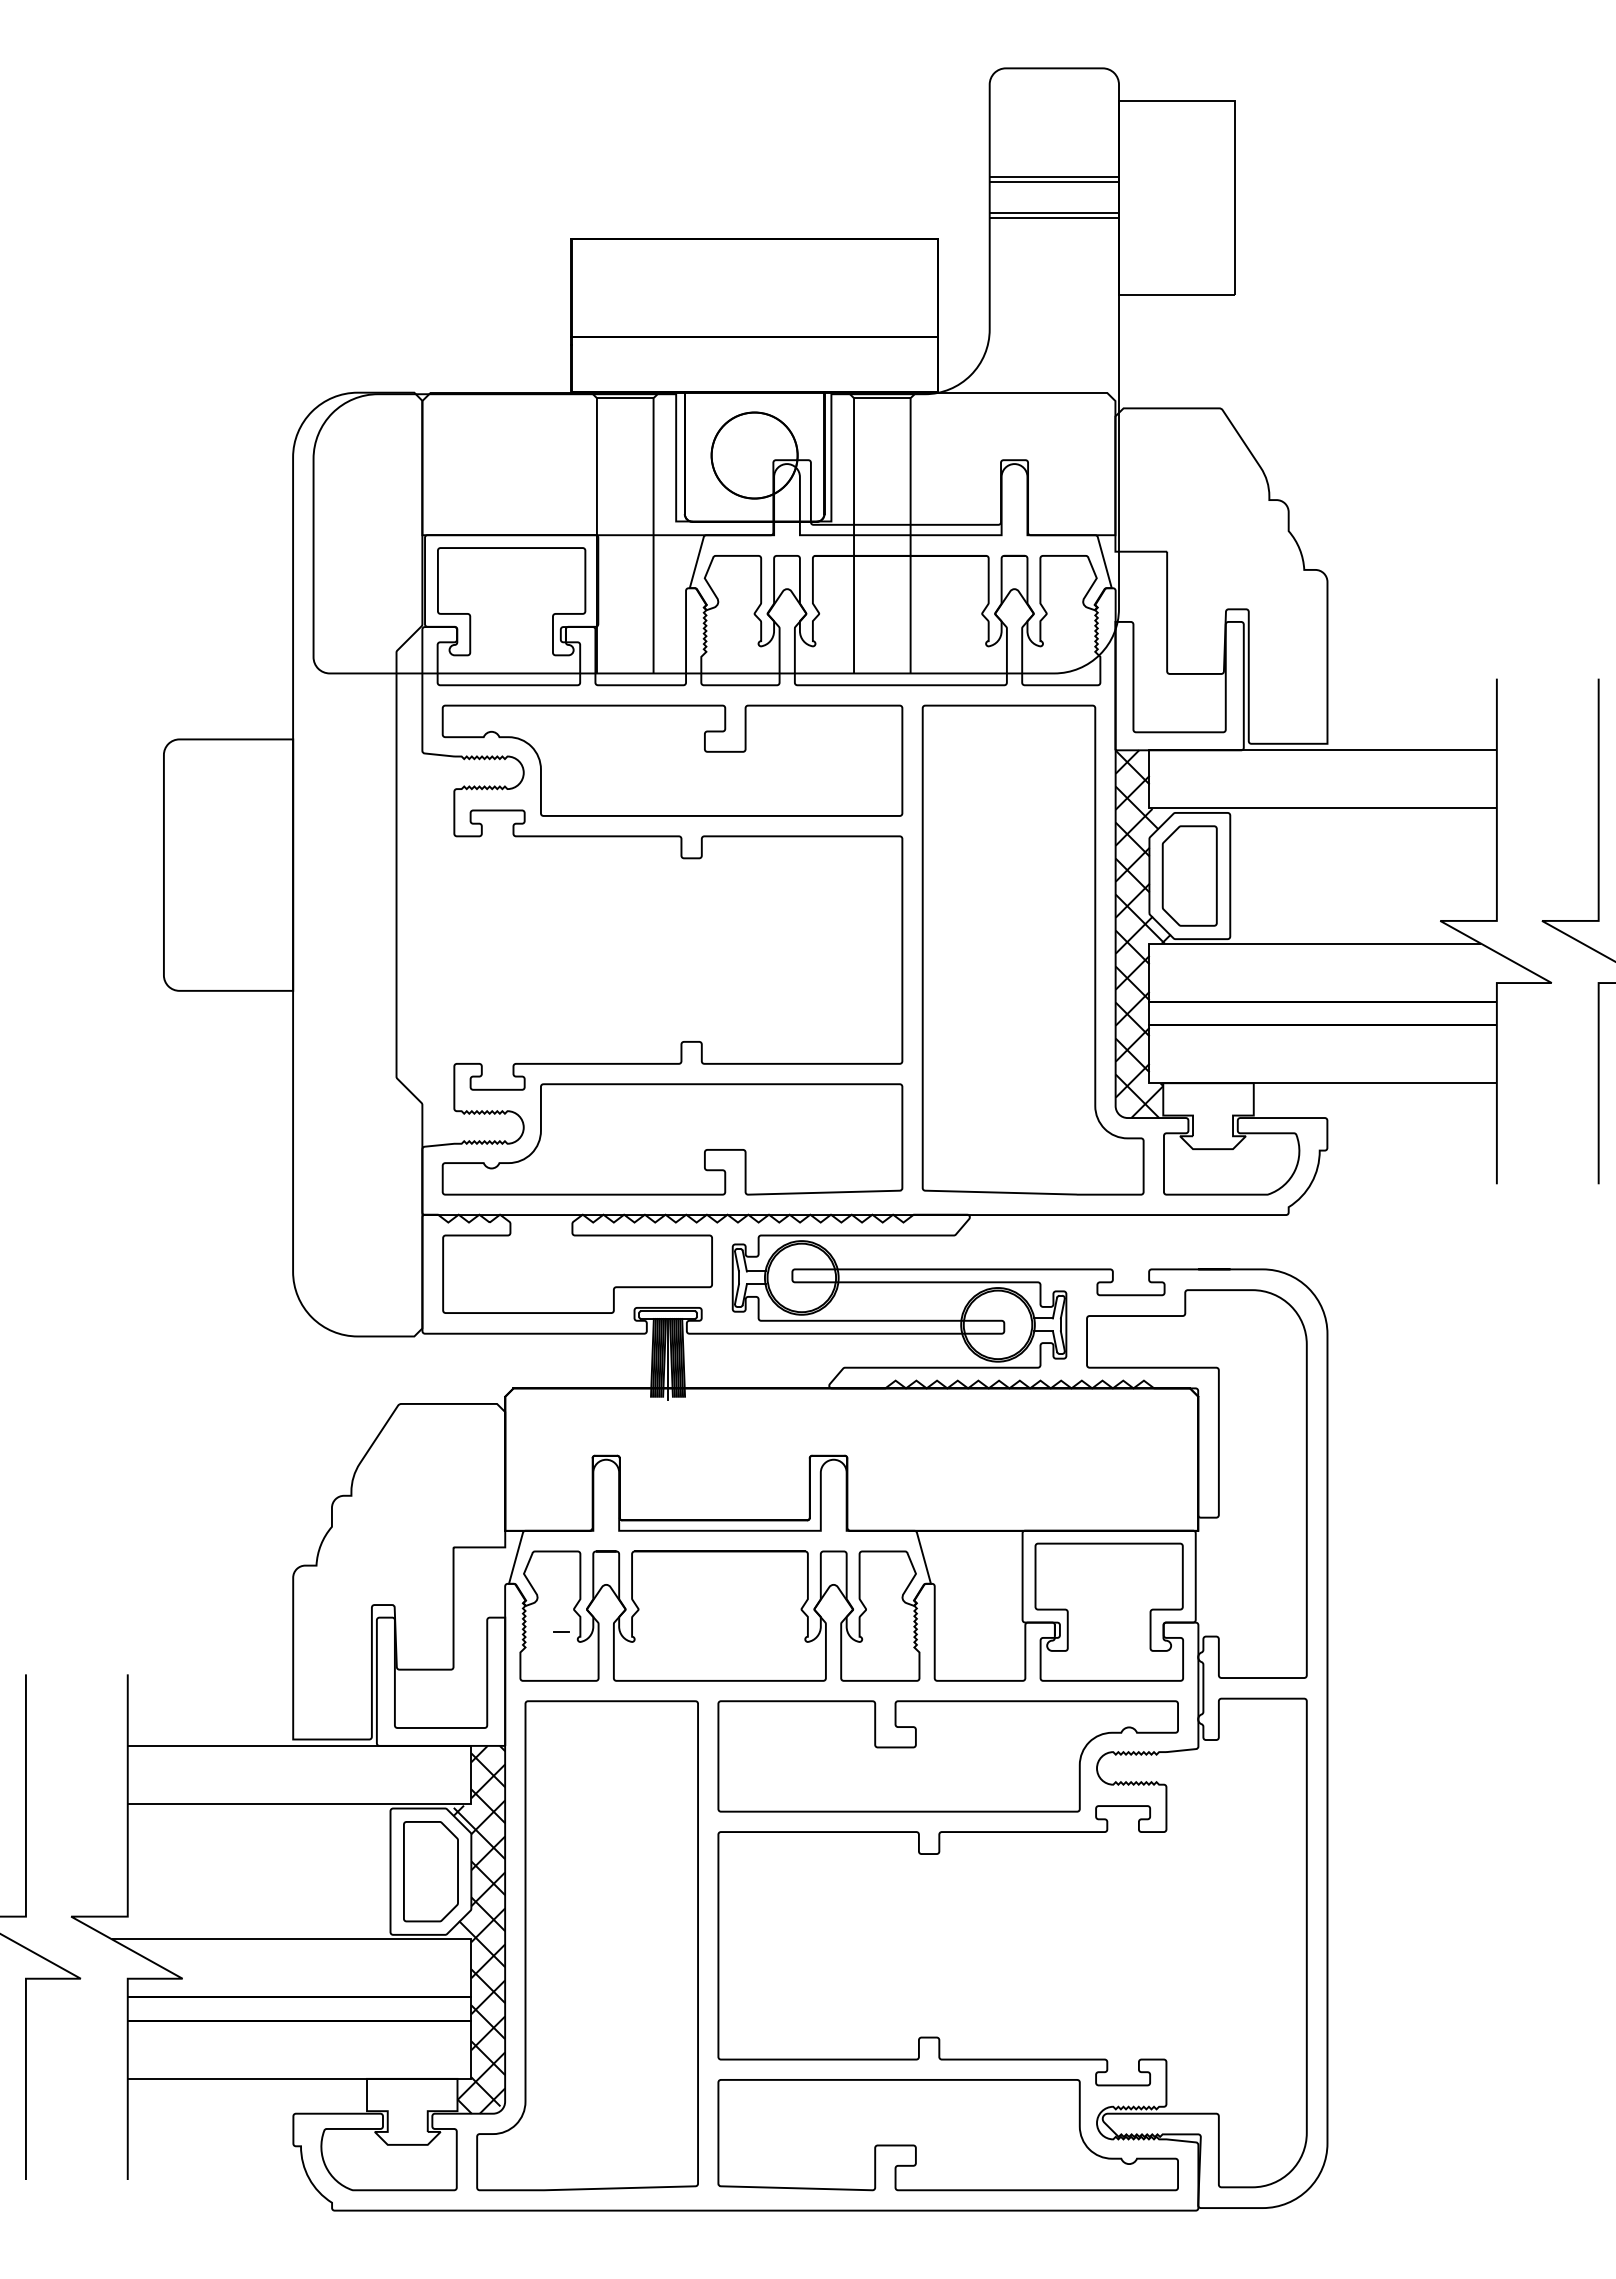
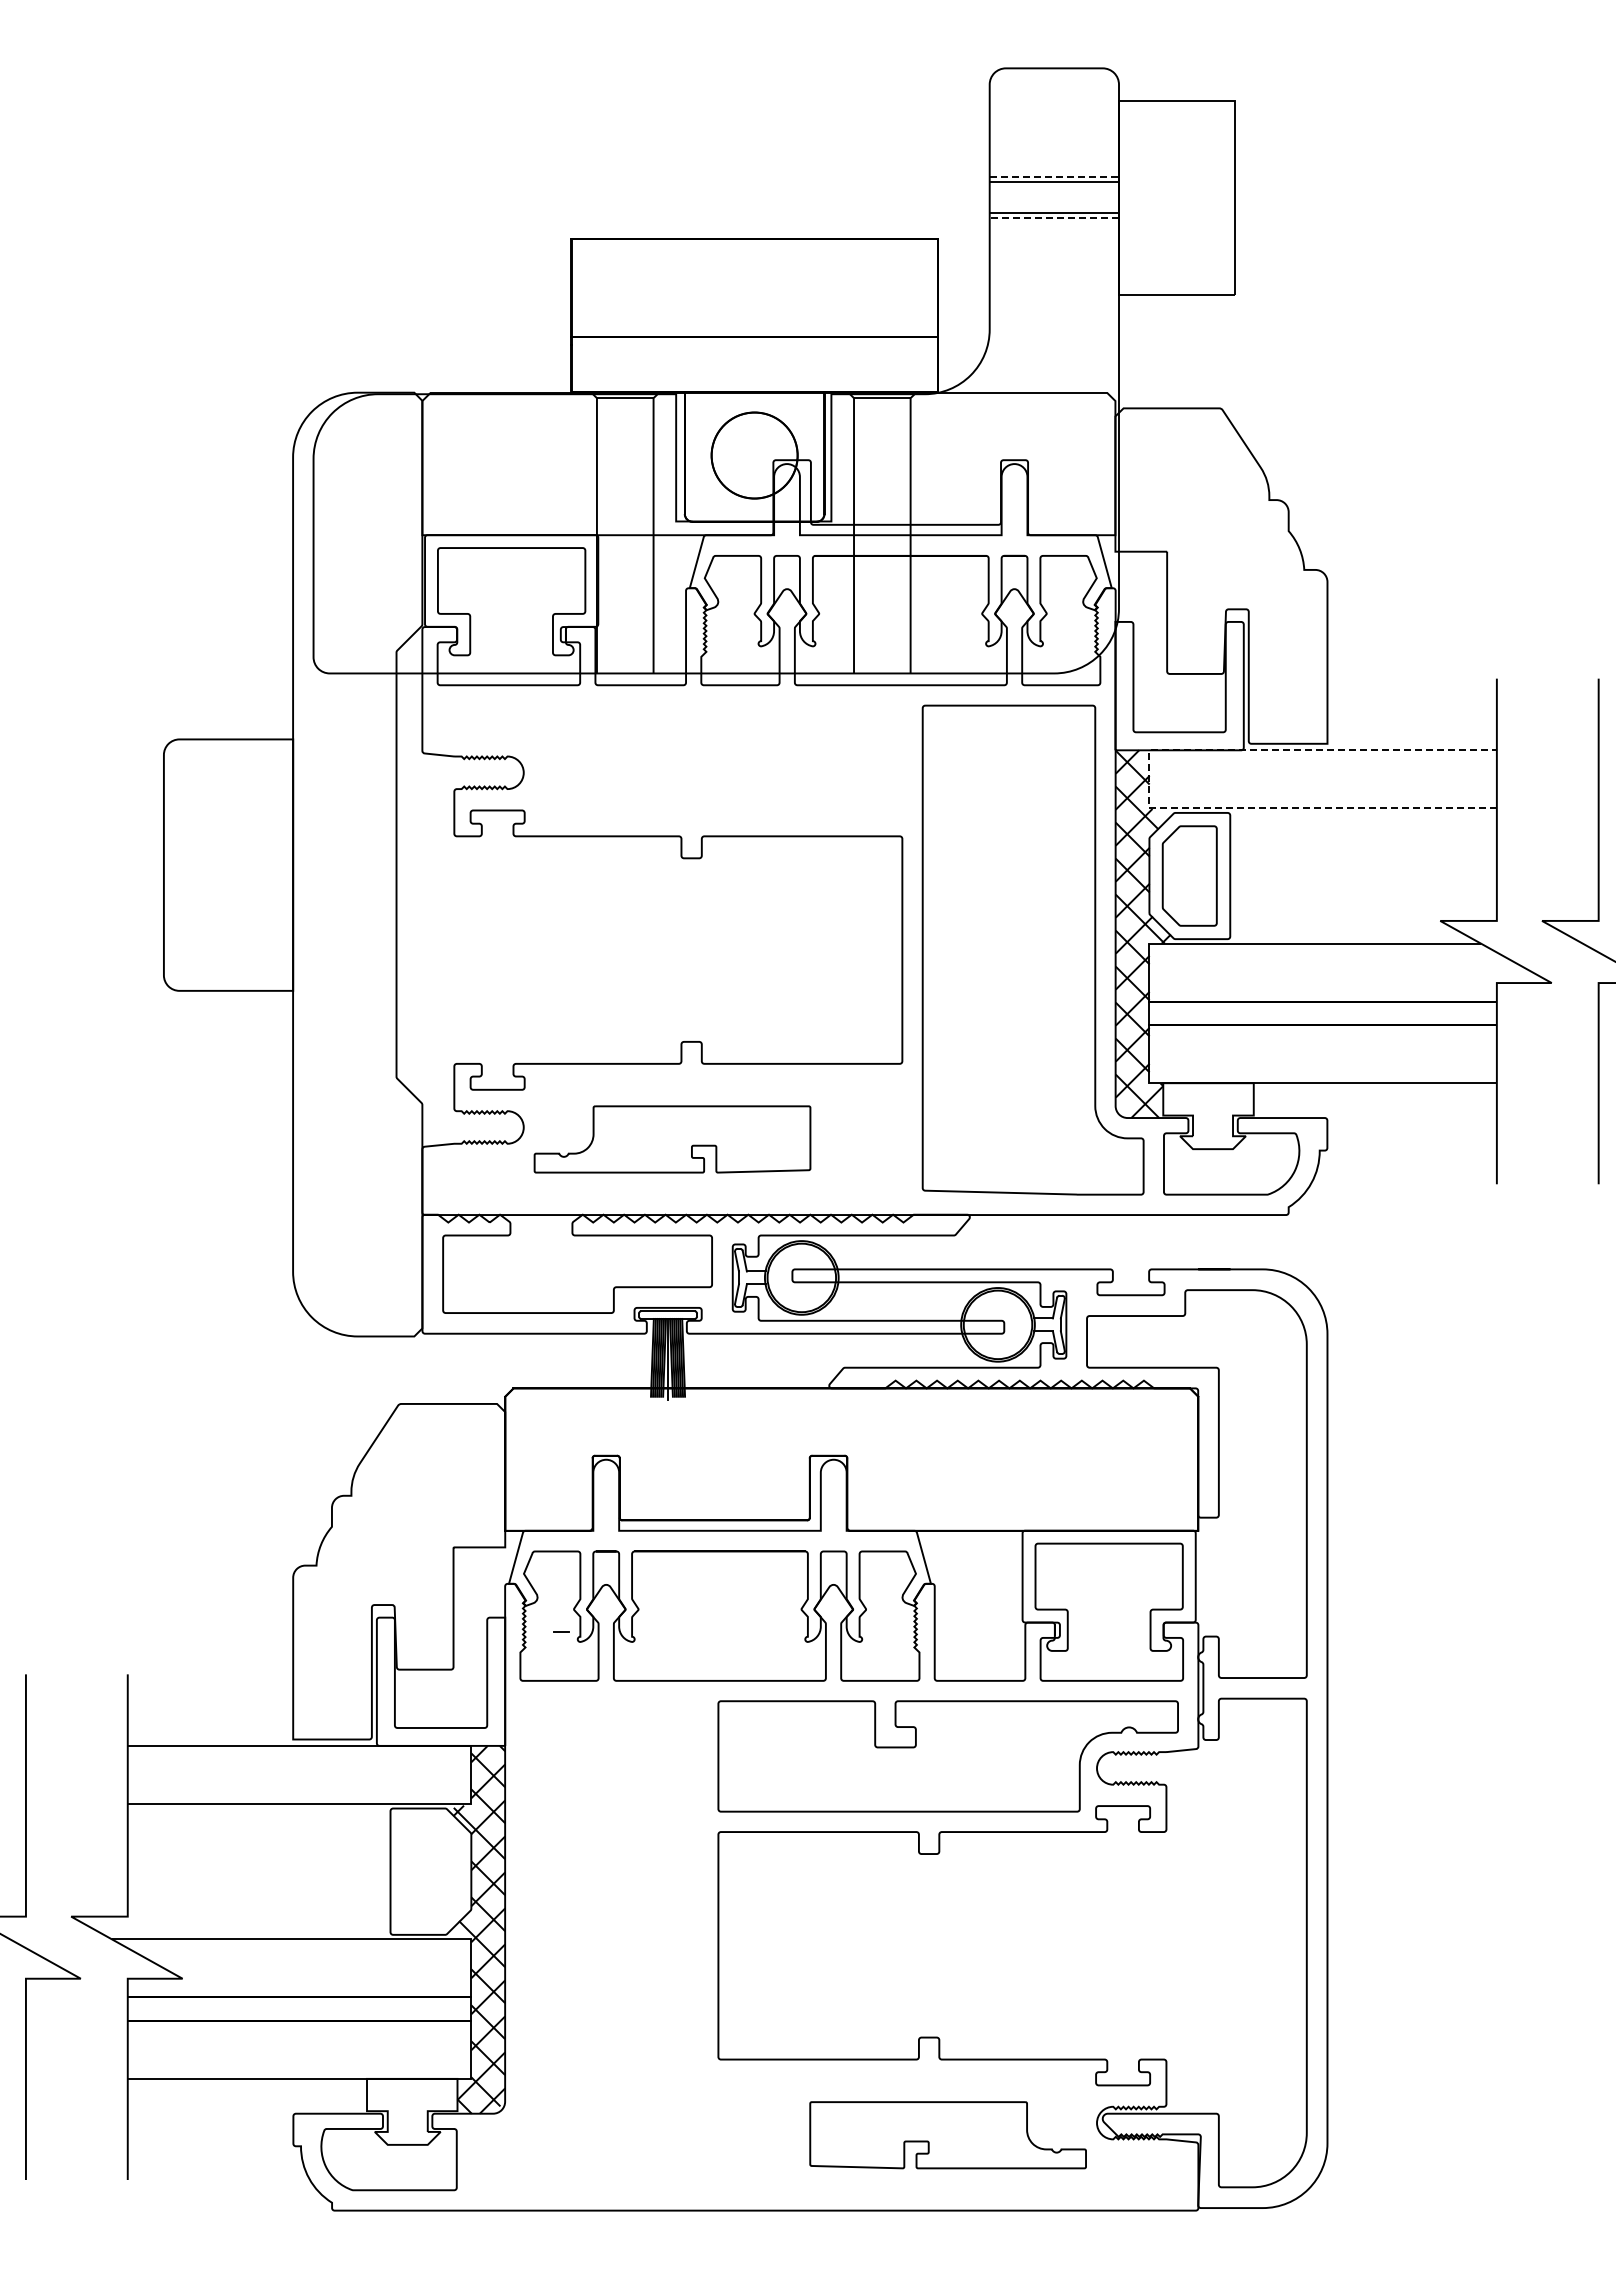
line at (1054, 177): solid -> dashed
line at (1054, 217): solid -> dashed
part at (672, 760): present -> none
line at (1149, 778): solid -> dashed
part at (672, 1139) size: 463x113 px -> 279x69 px
part at (430, 1871): present -> none
part at (587, 1945): present -> none
part at (947, 2135) size: 462x113 px -> 278x69 px
